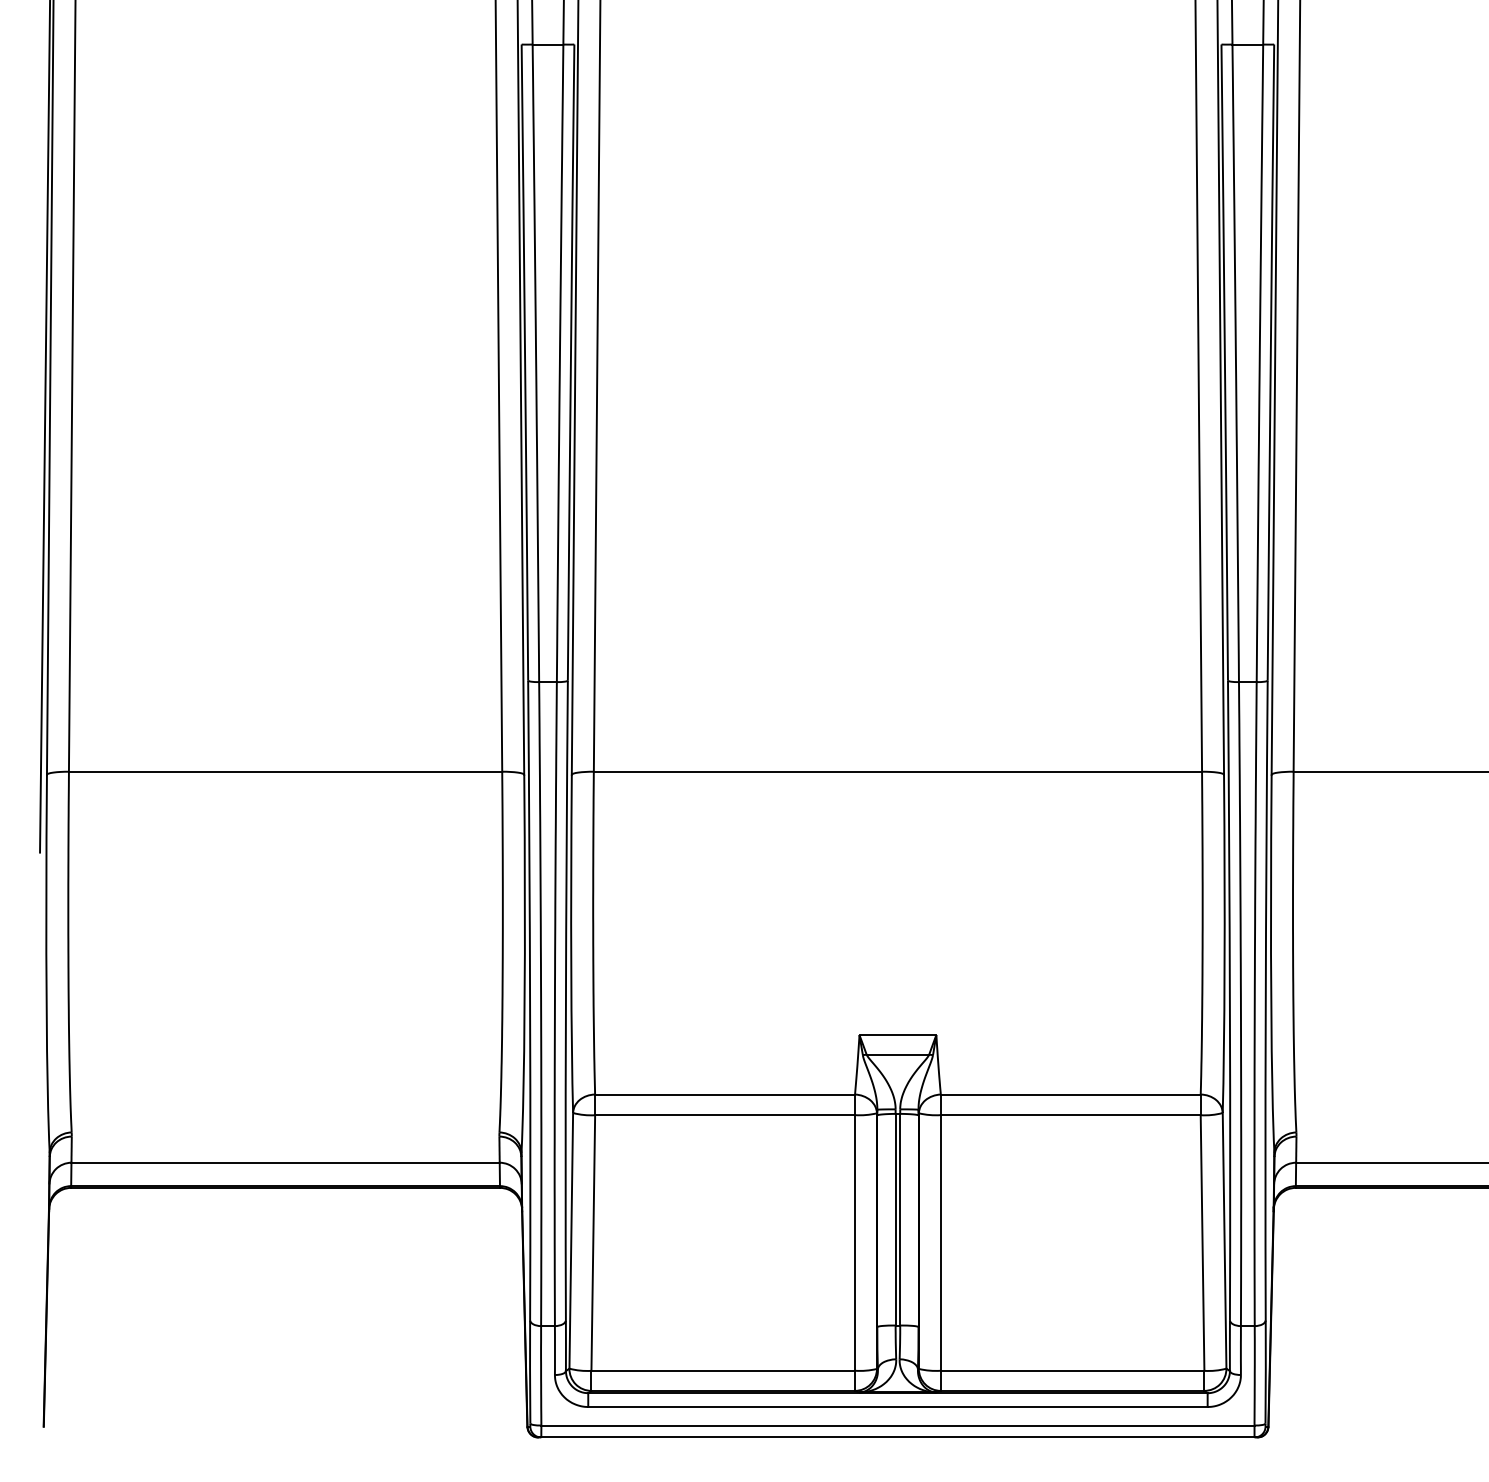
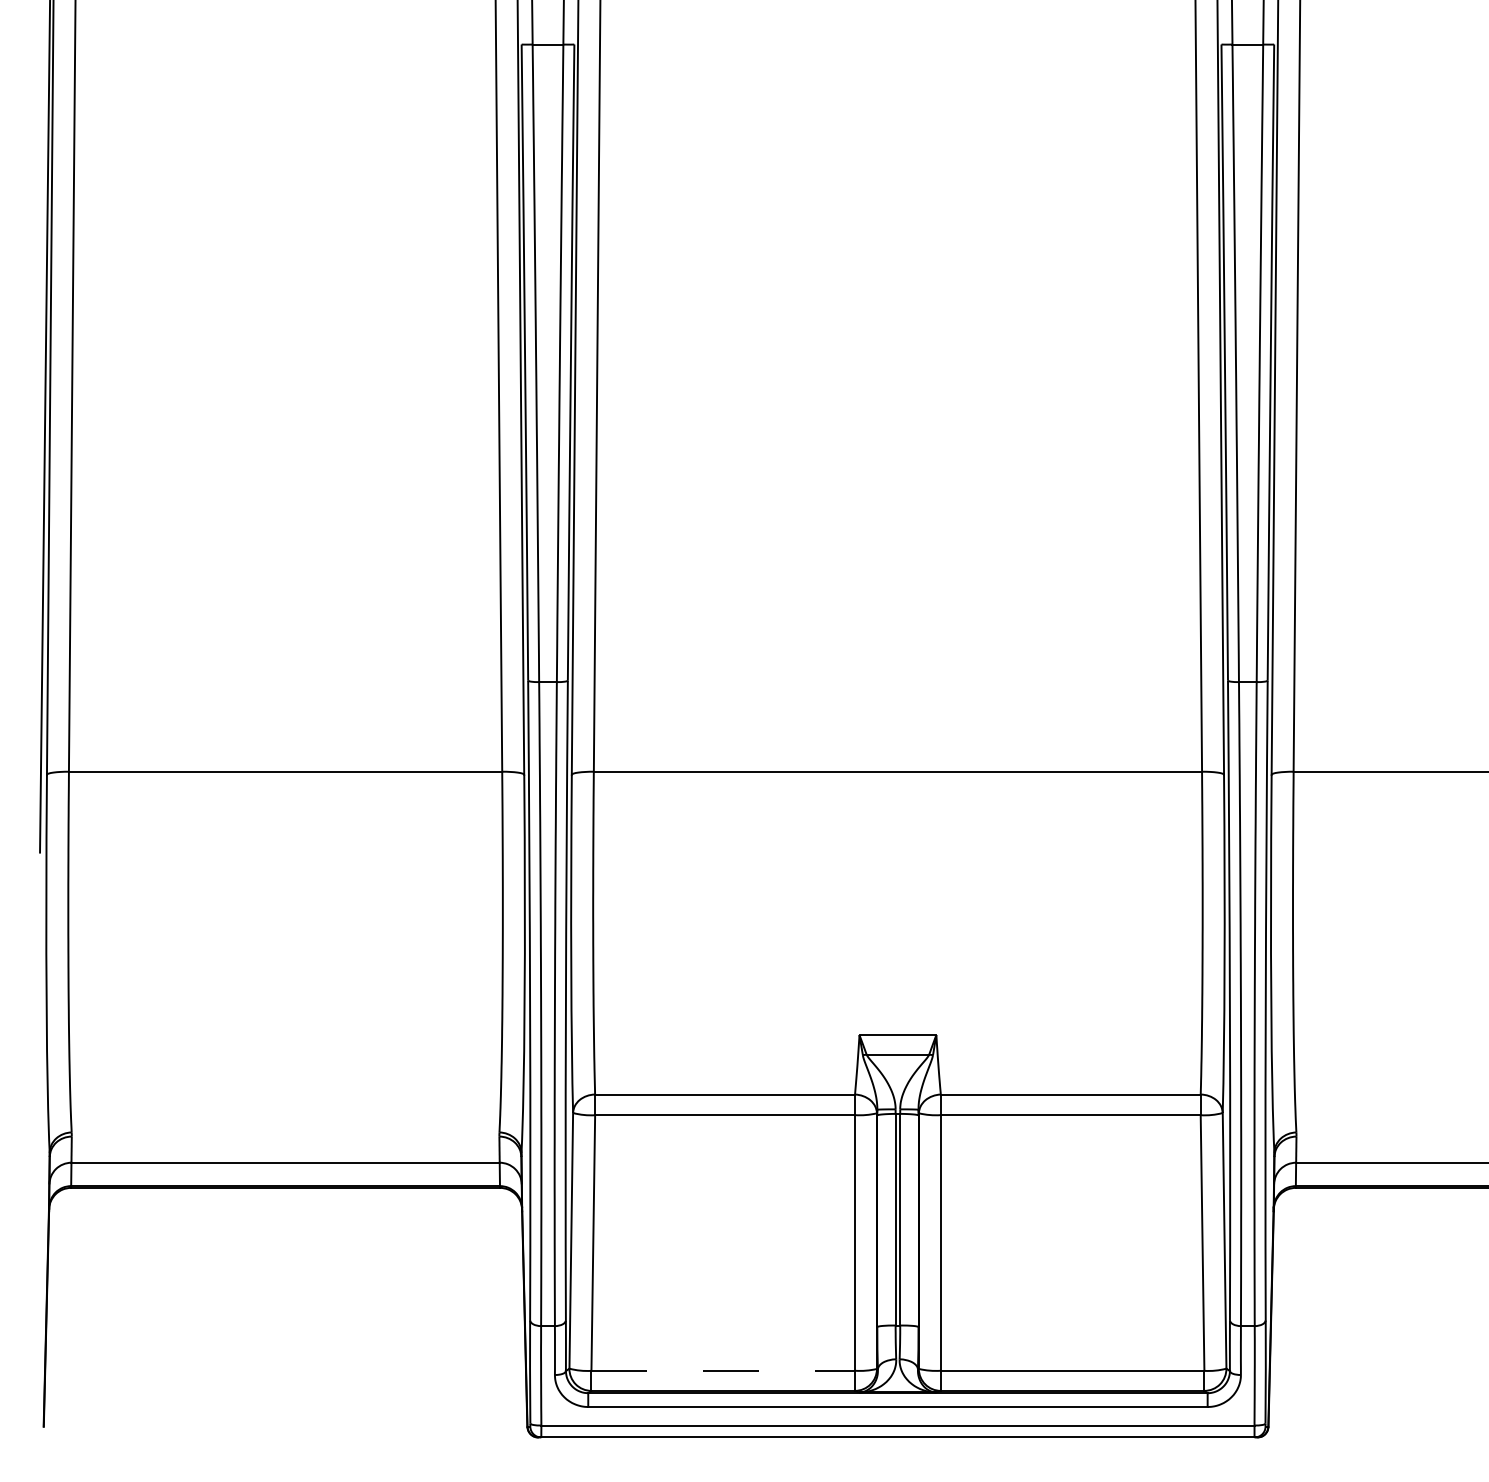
line at (723, 1370): solid -> dashed
